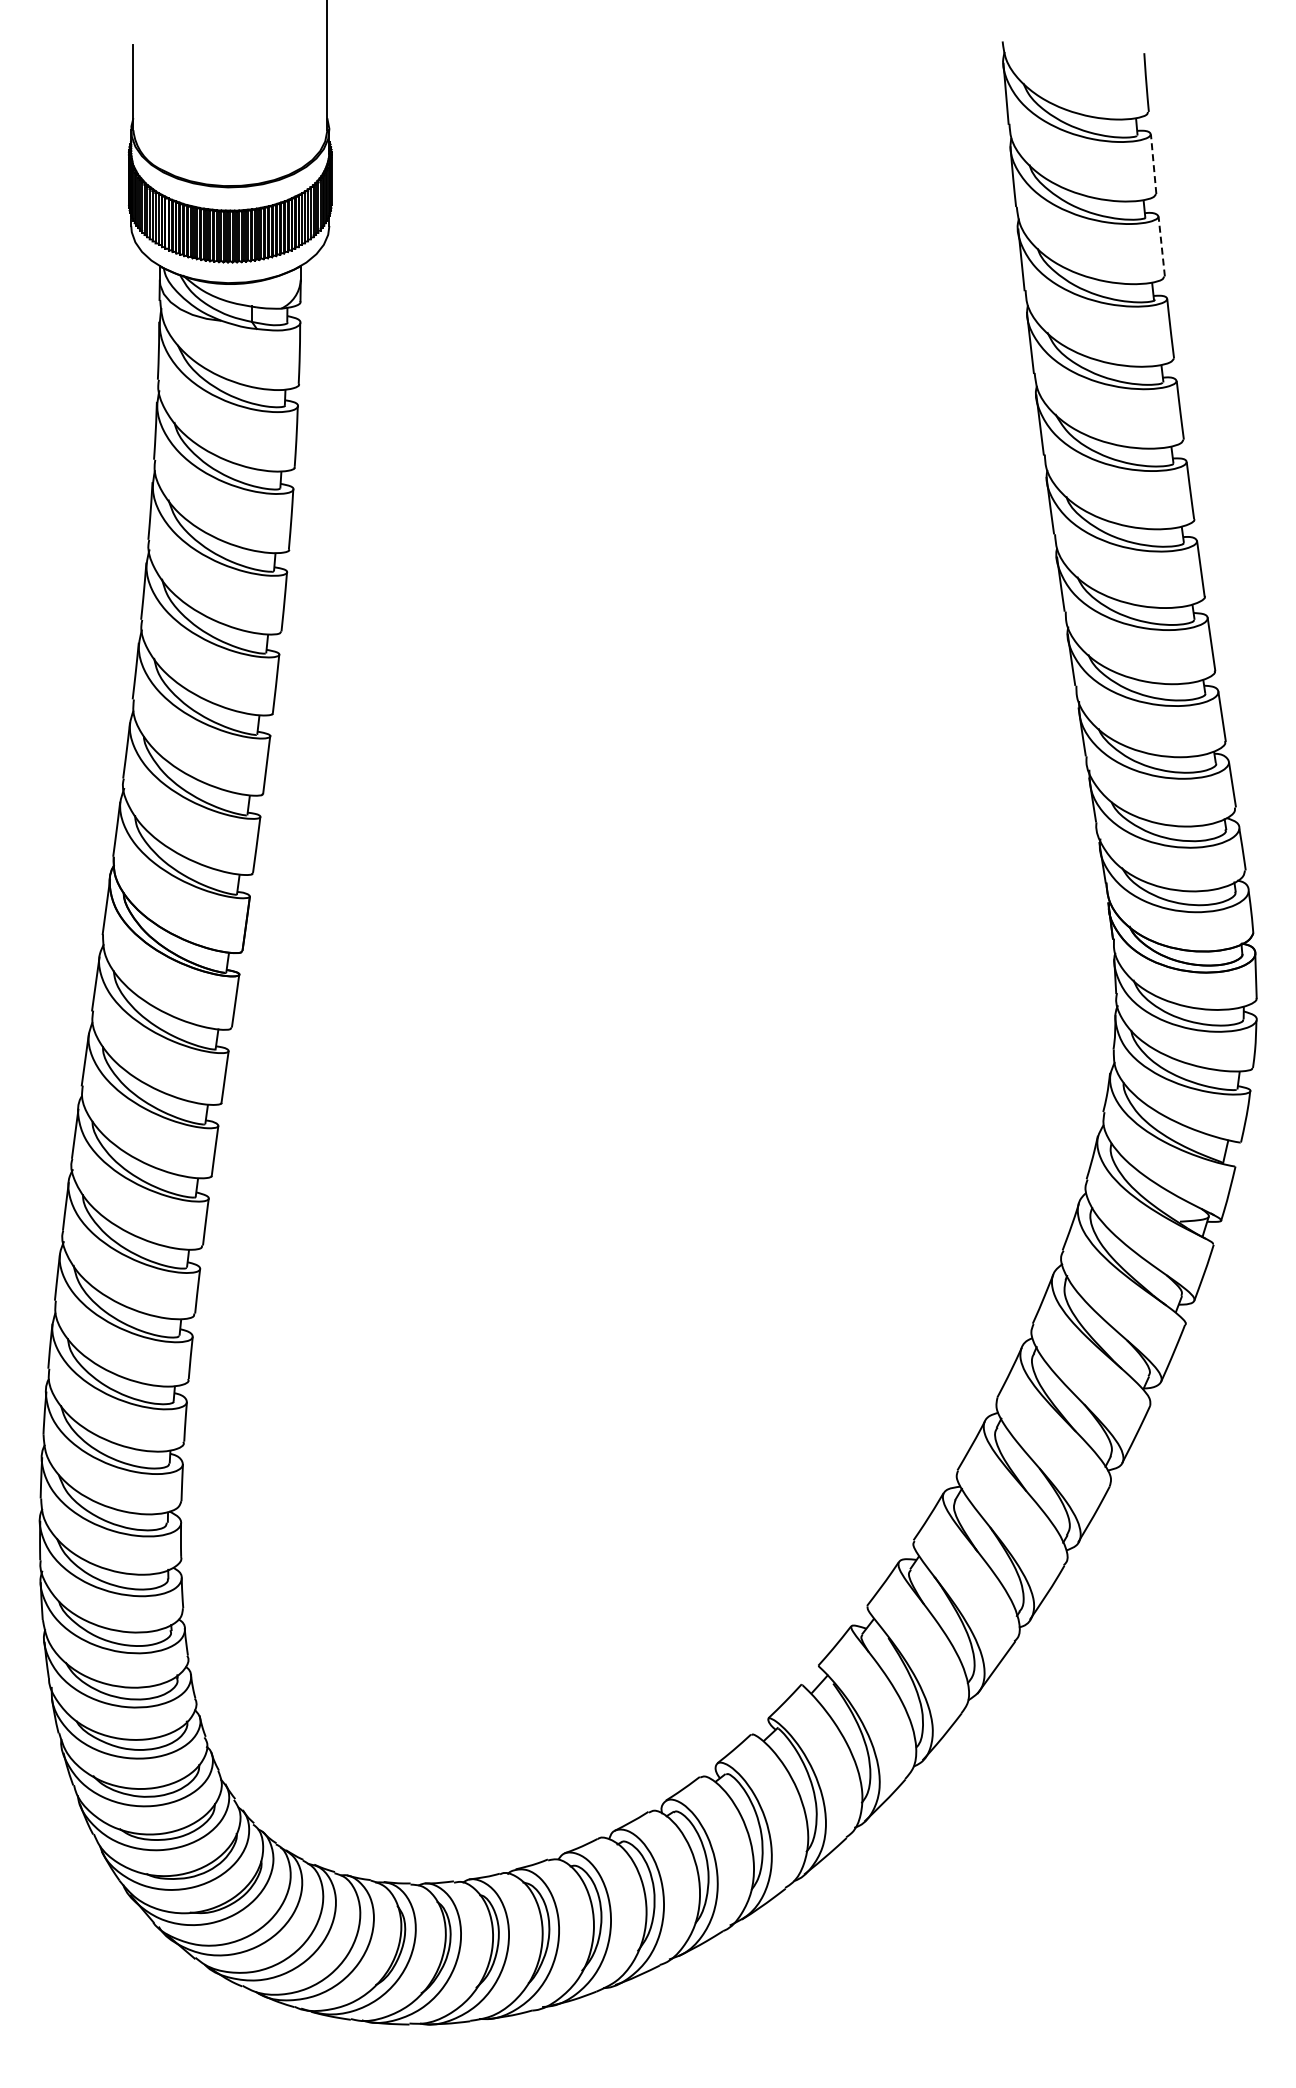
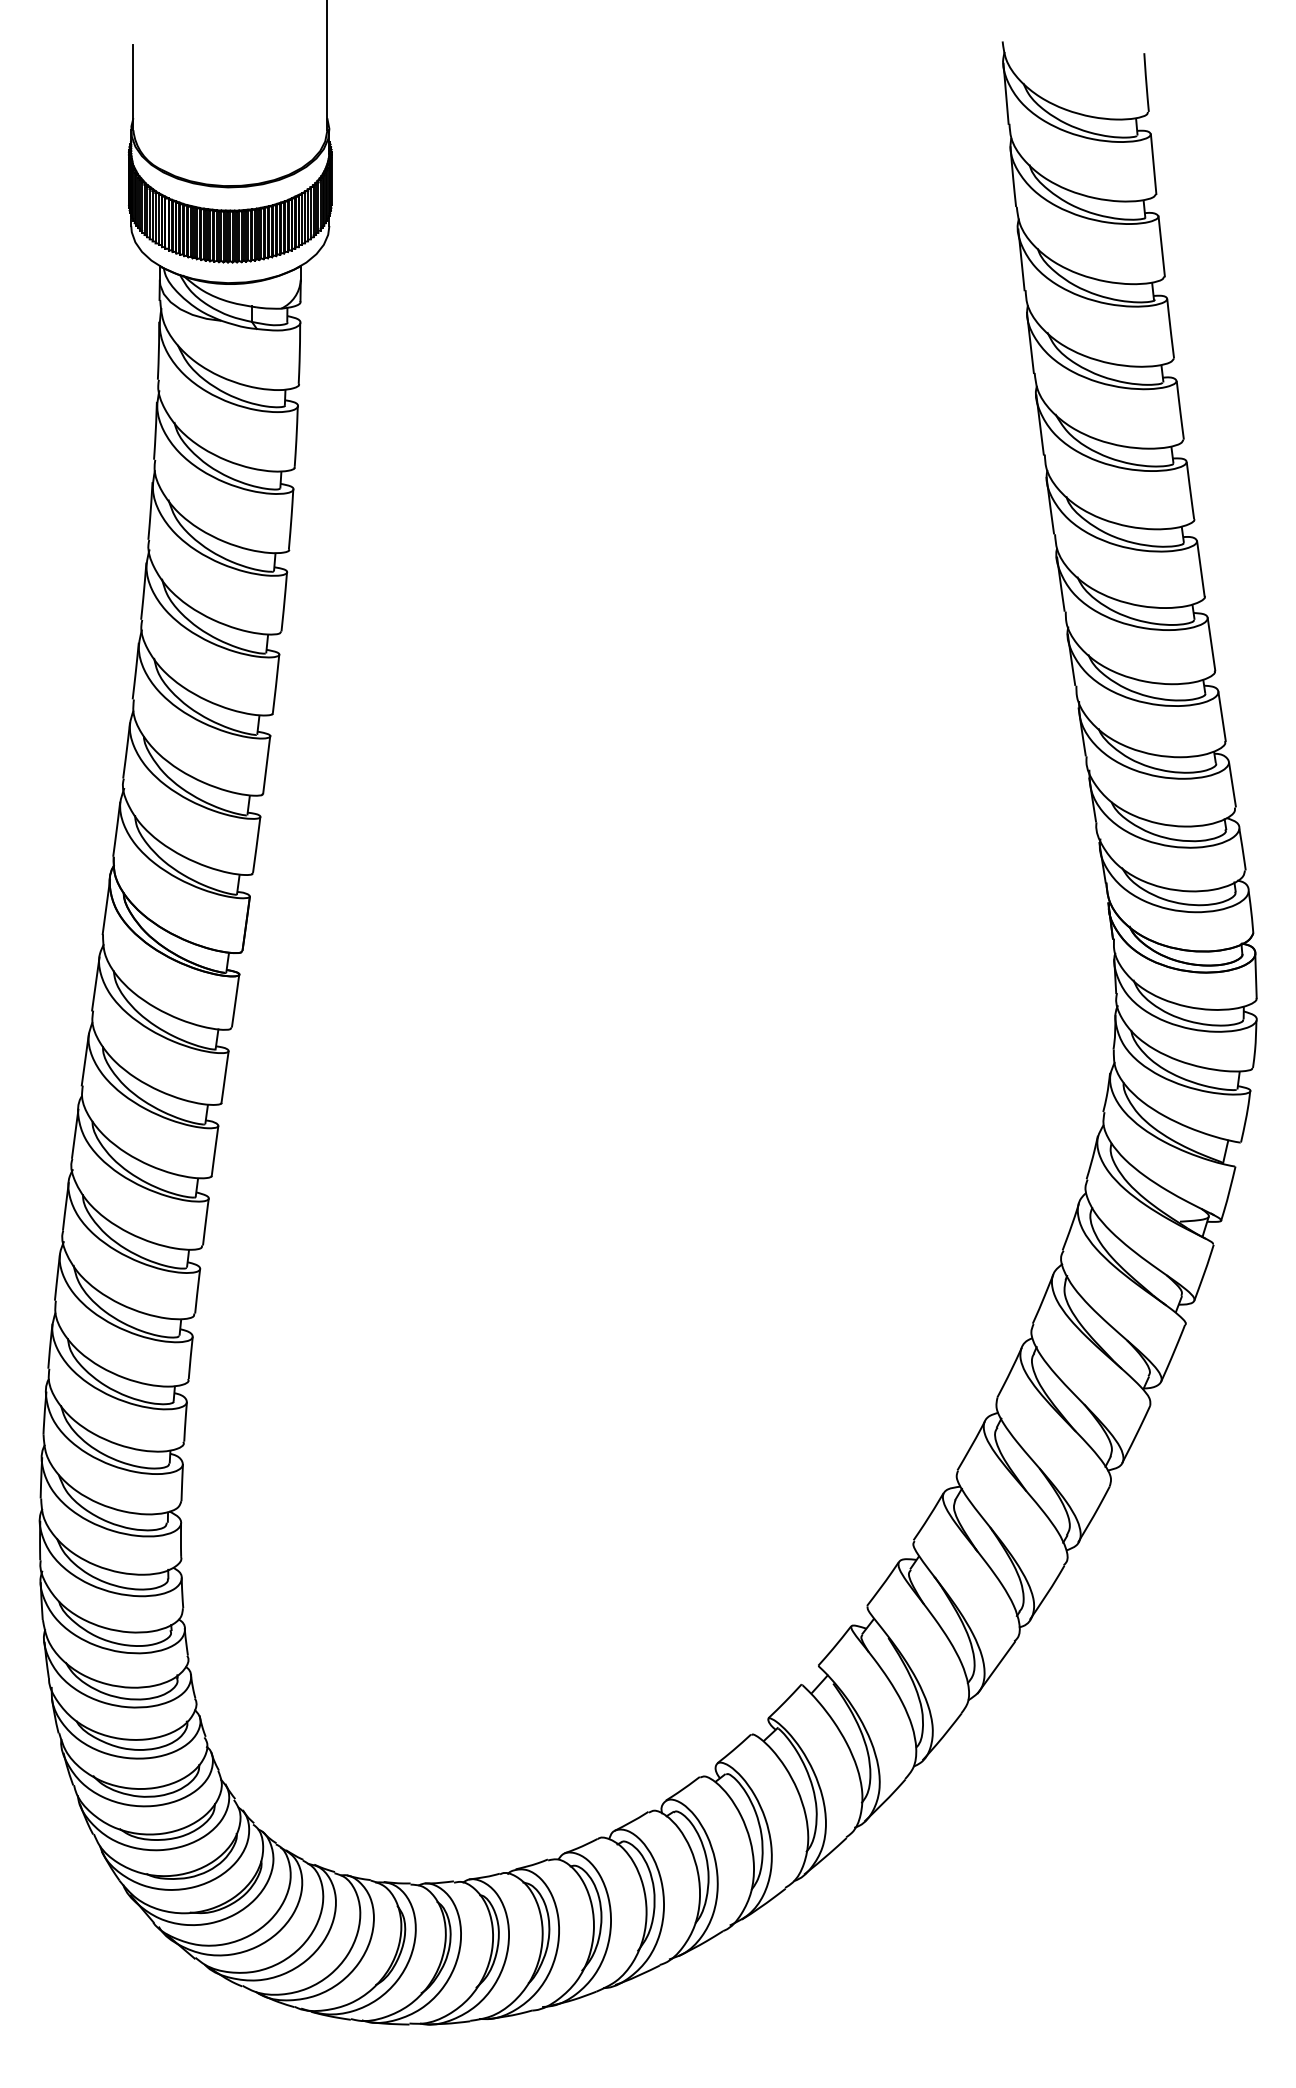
line at (1153, 164): dashed -> solid
line at (1161, 246): dashed -> solid
